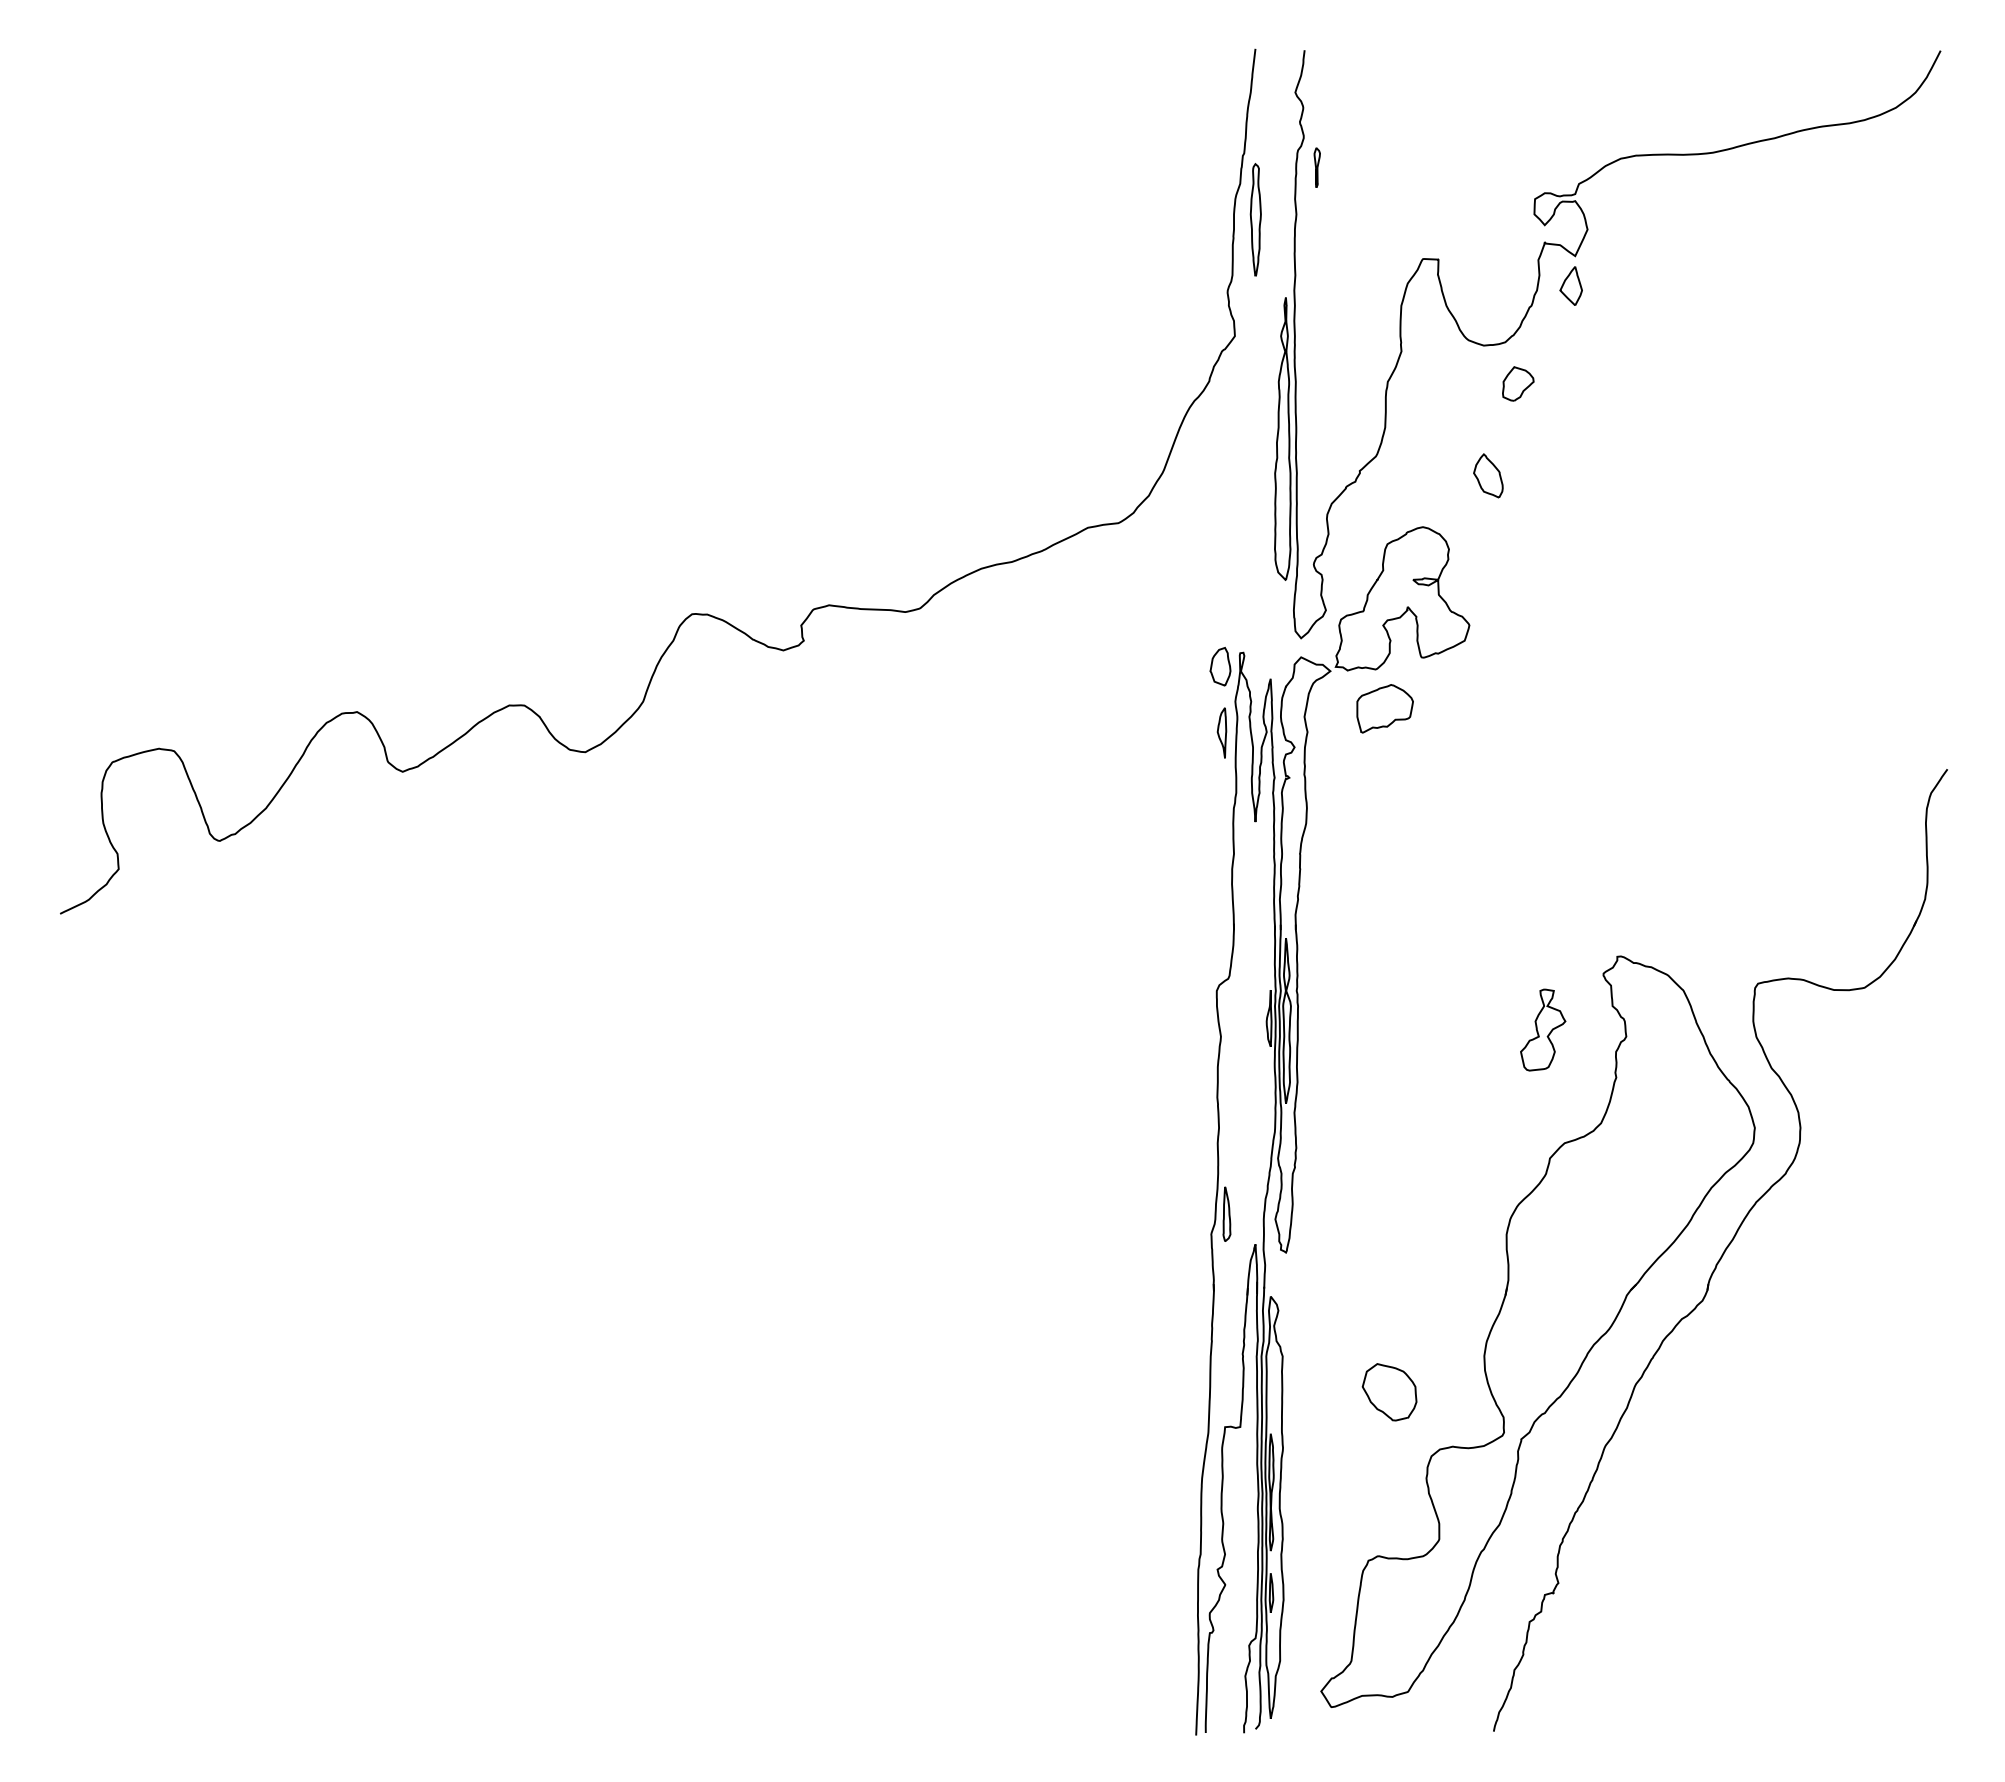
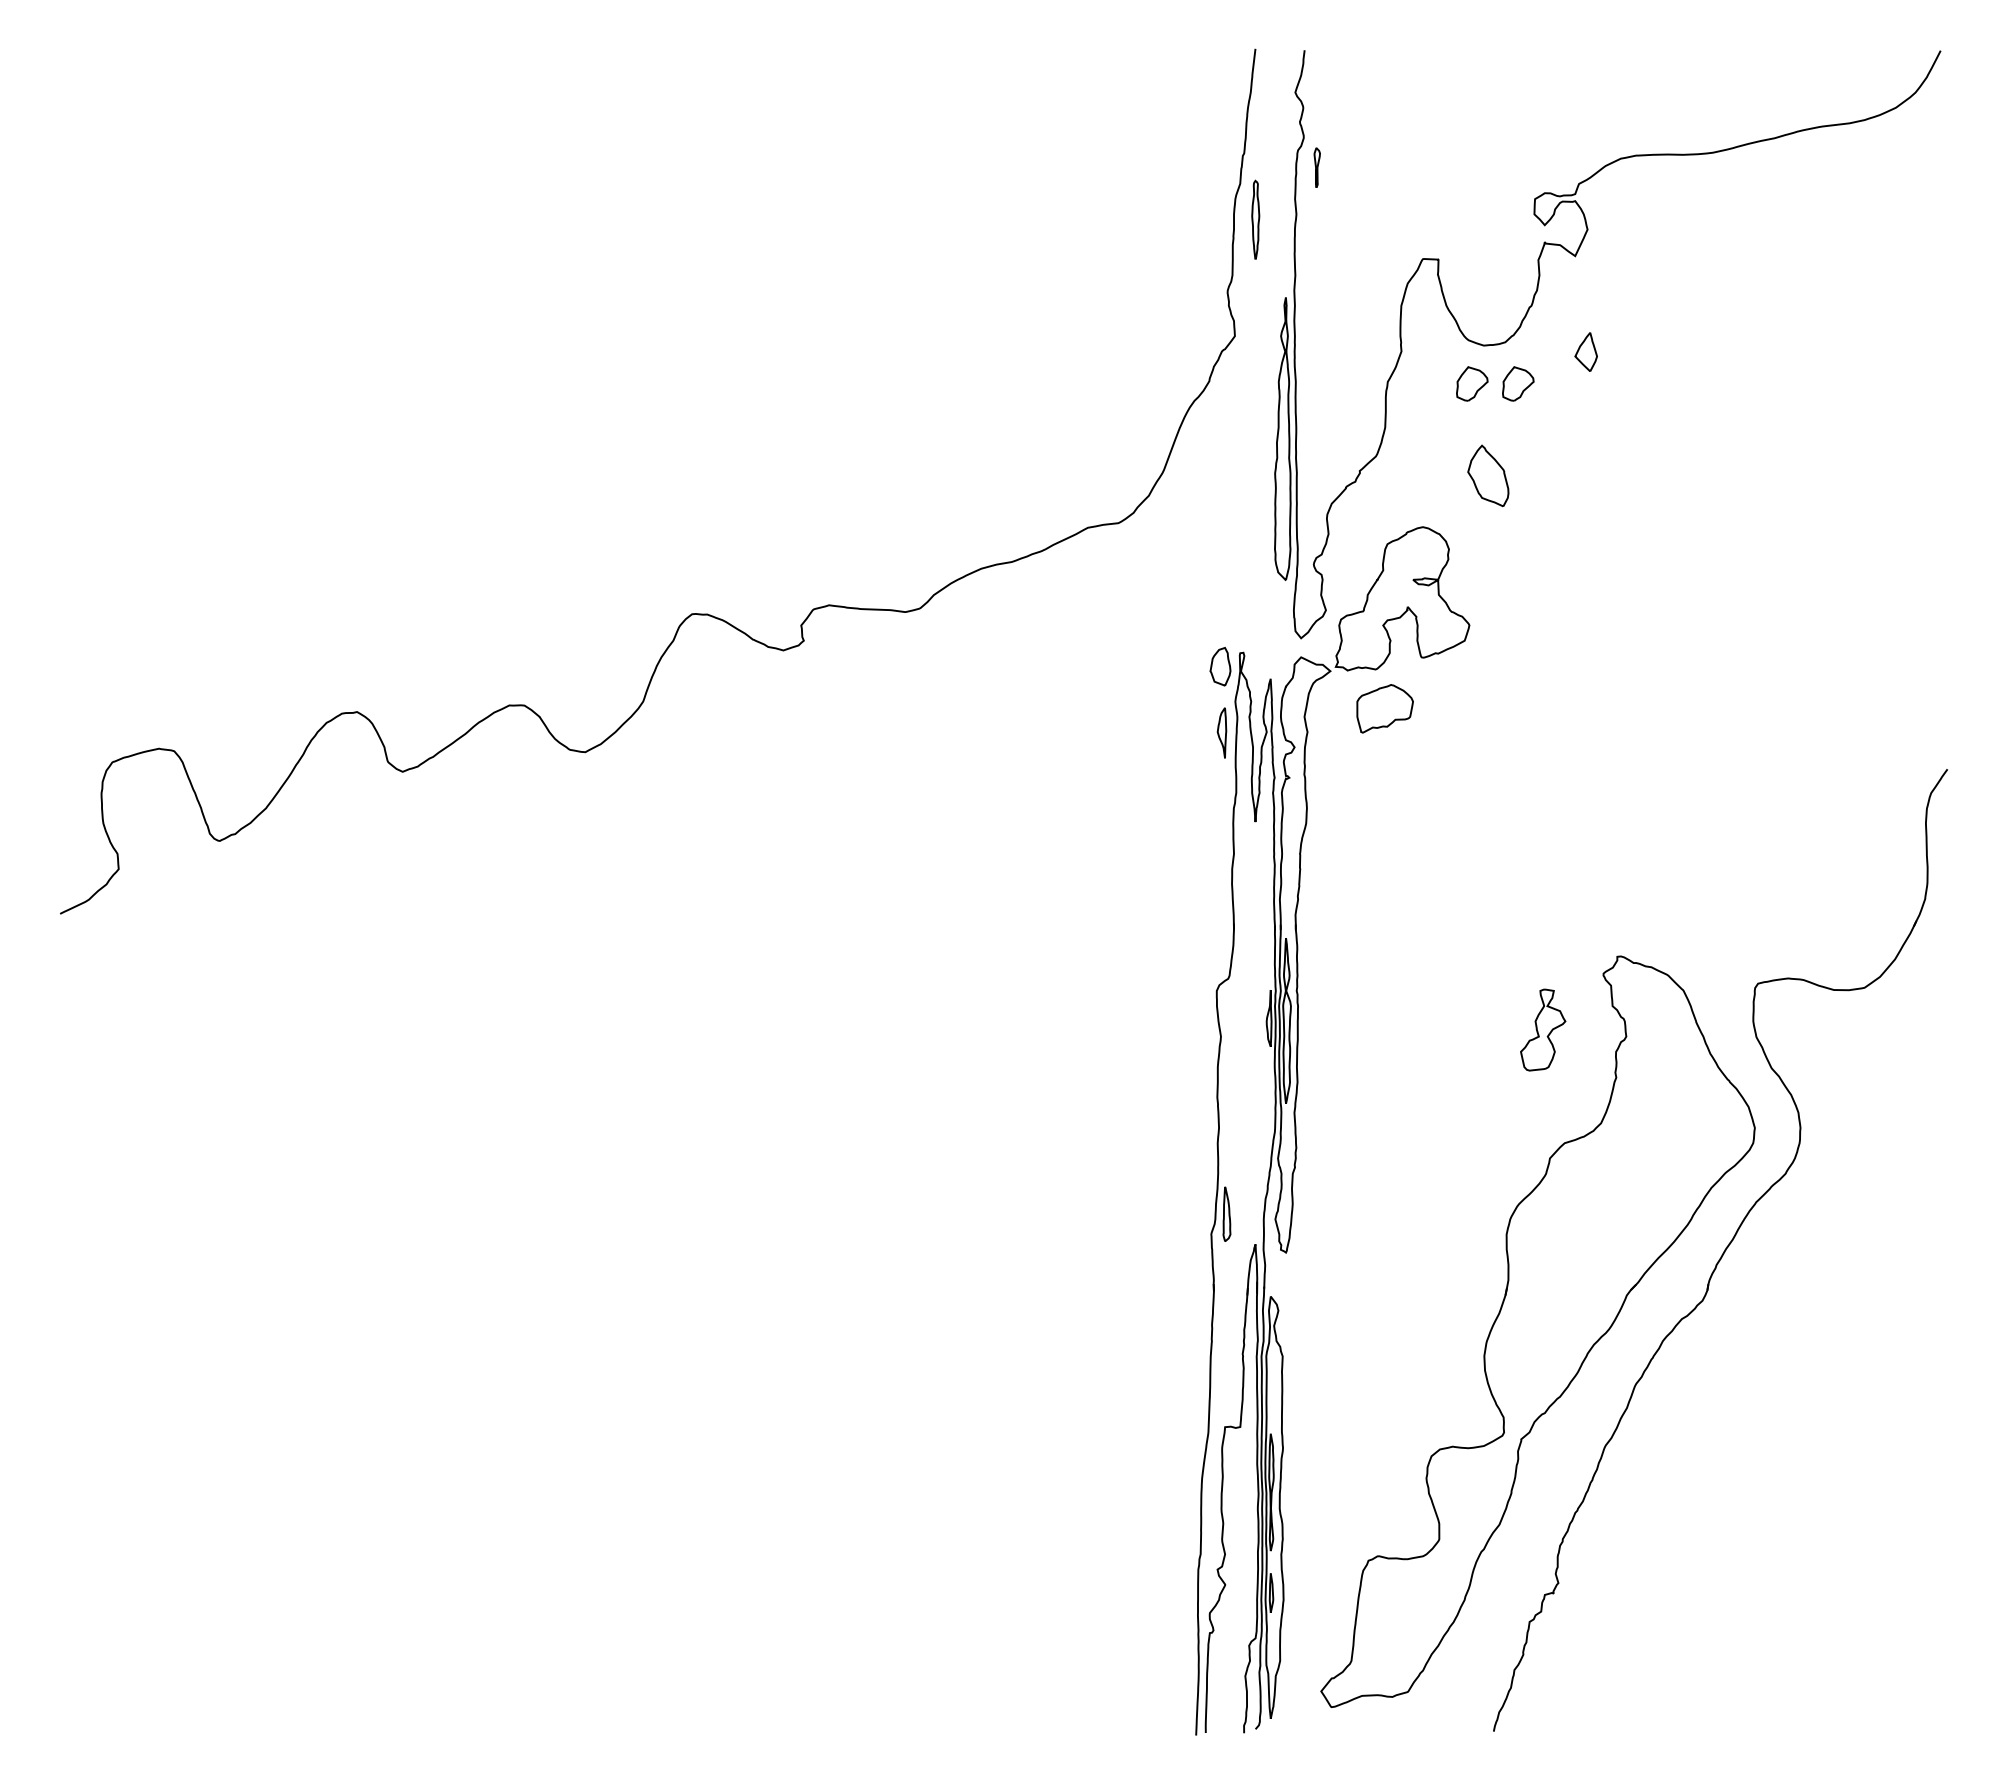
part at (1255, 219) size: 13x114 px -> 10x81 px
part at (1570, 285) position: (1570, 285) -> (1585, 351)
part at (1472, 383): none -> present
part at (1488, 475) size: 31x46 px -> 43x64 px
part at (1389, 1392): present -> none
